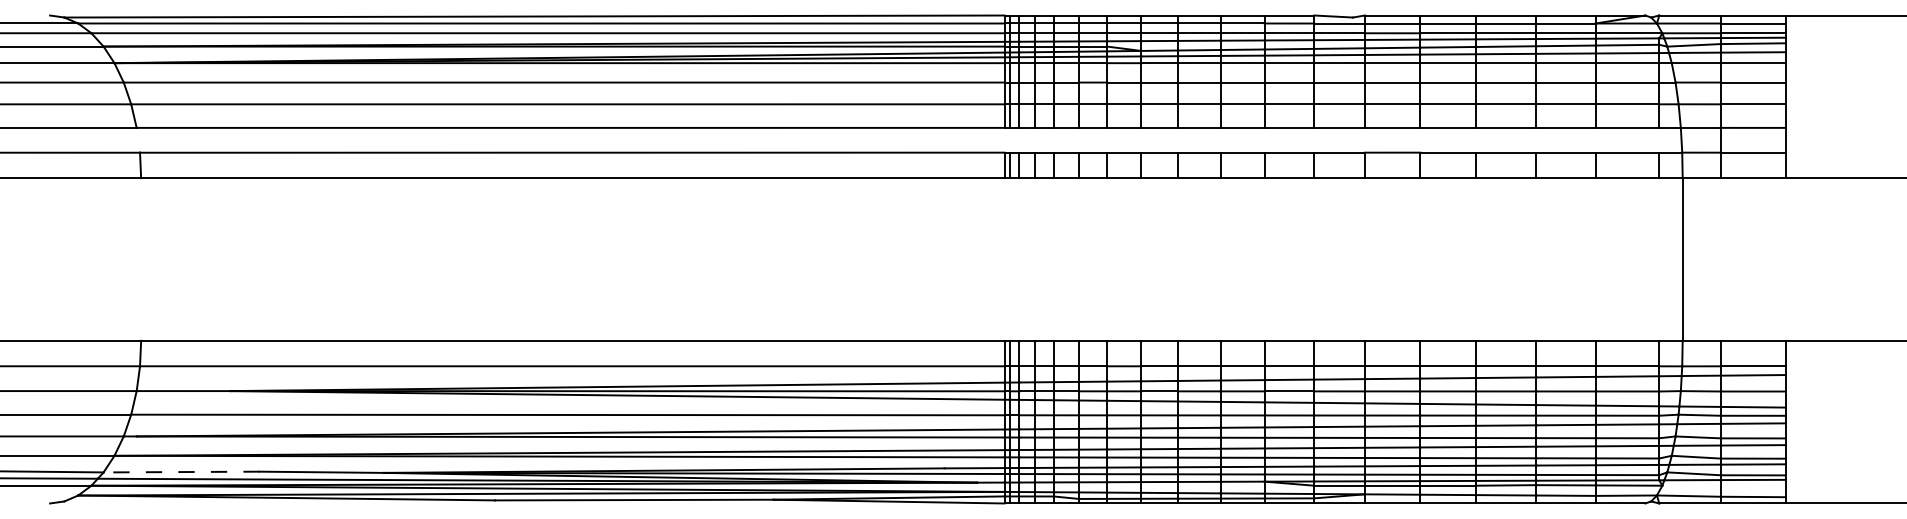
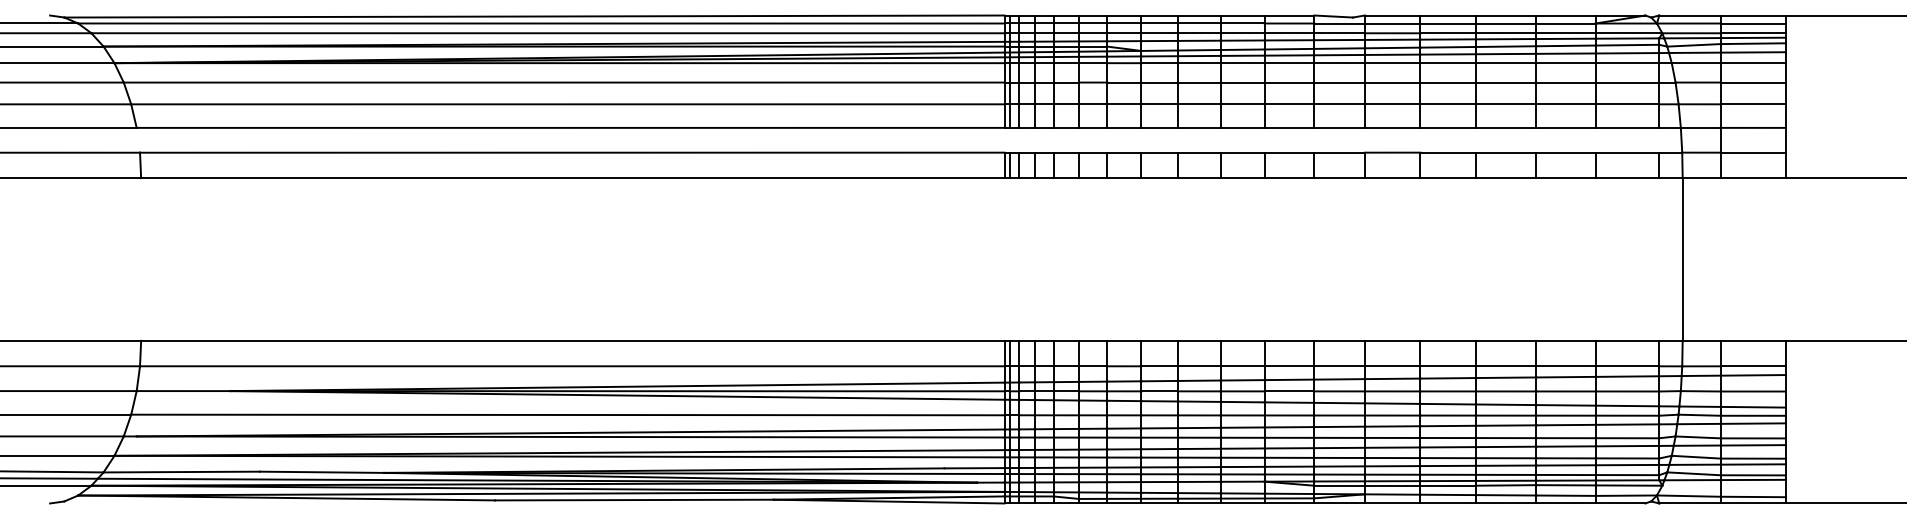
line at (181, 472): dashed -> solid
